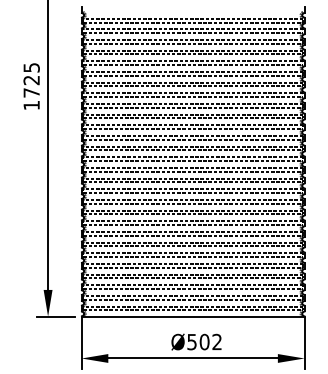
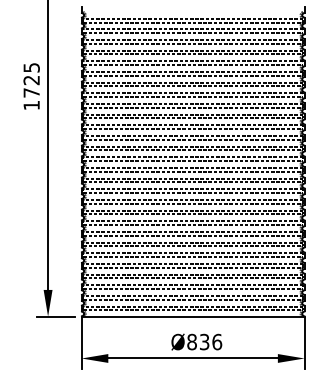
text at (204, 341): Ø502 -> Ø836
